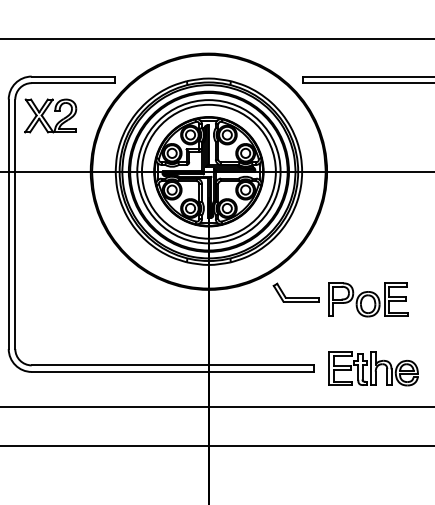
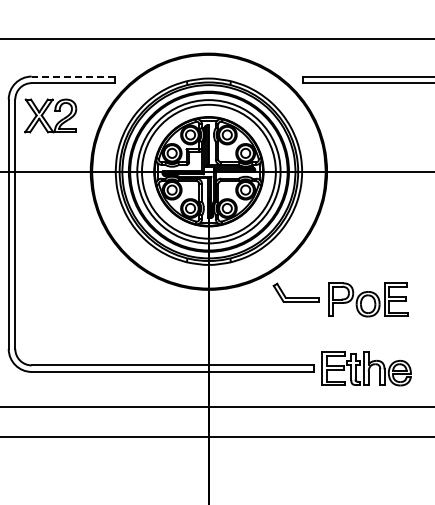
line at (73, 76): solid -> dashed
part at (373, 368) position: (373, 368) -> (366, 368)
line at (216, 446) position: (216, 446) -> (216, 437)
